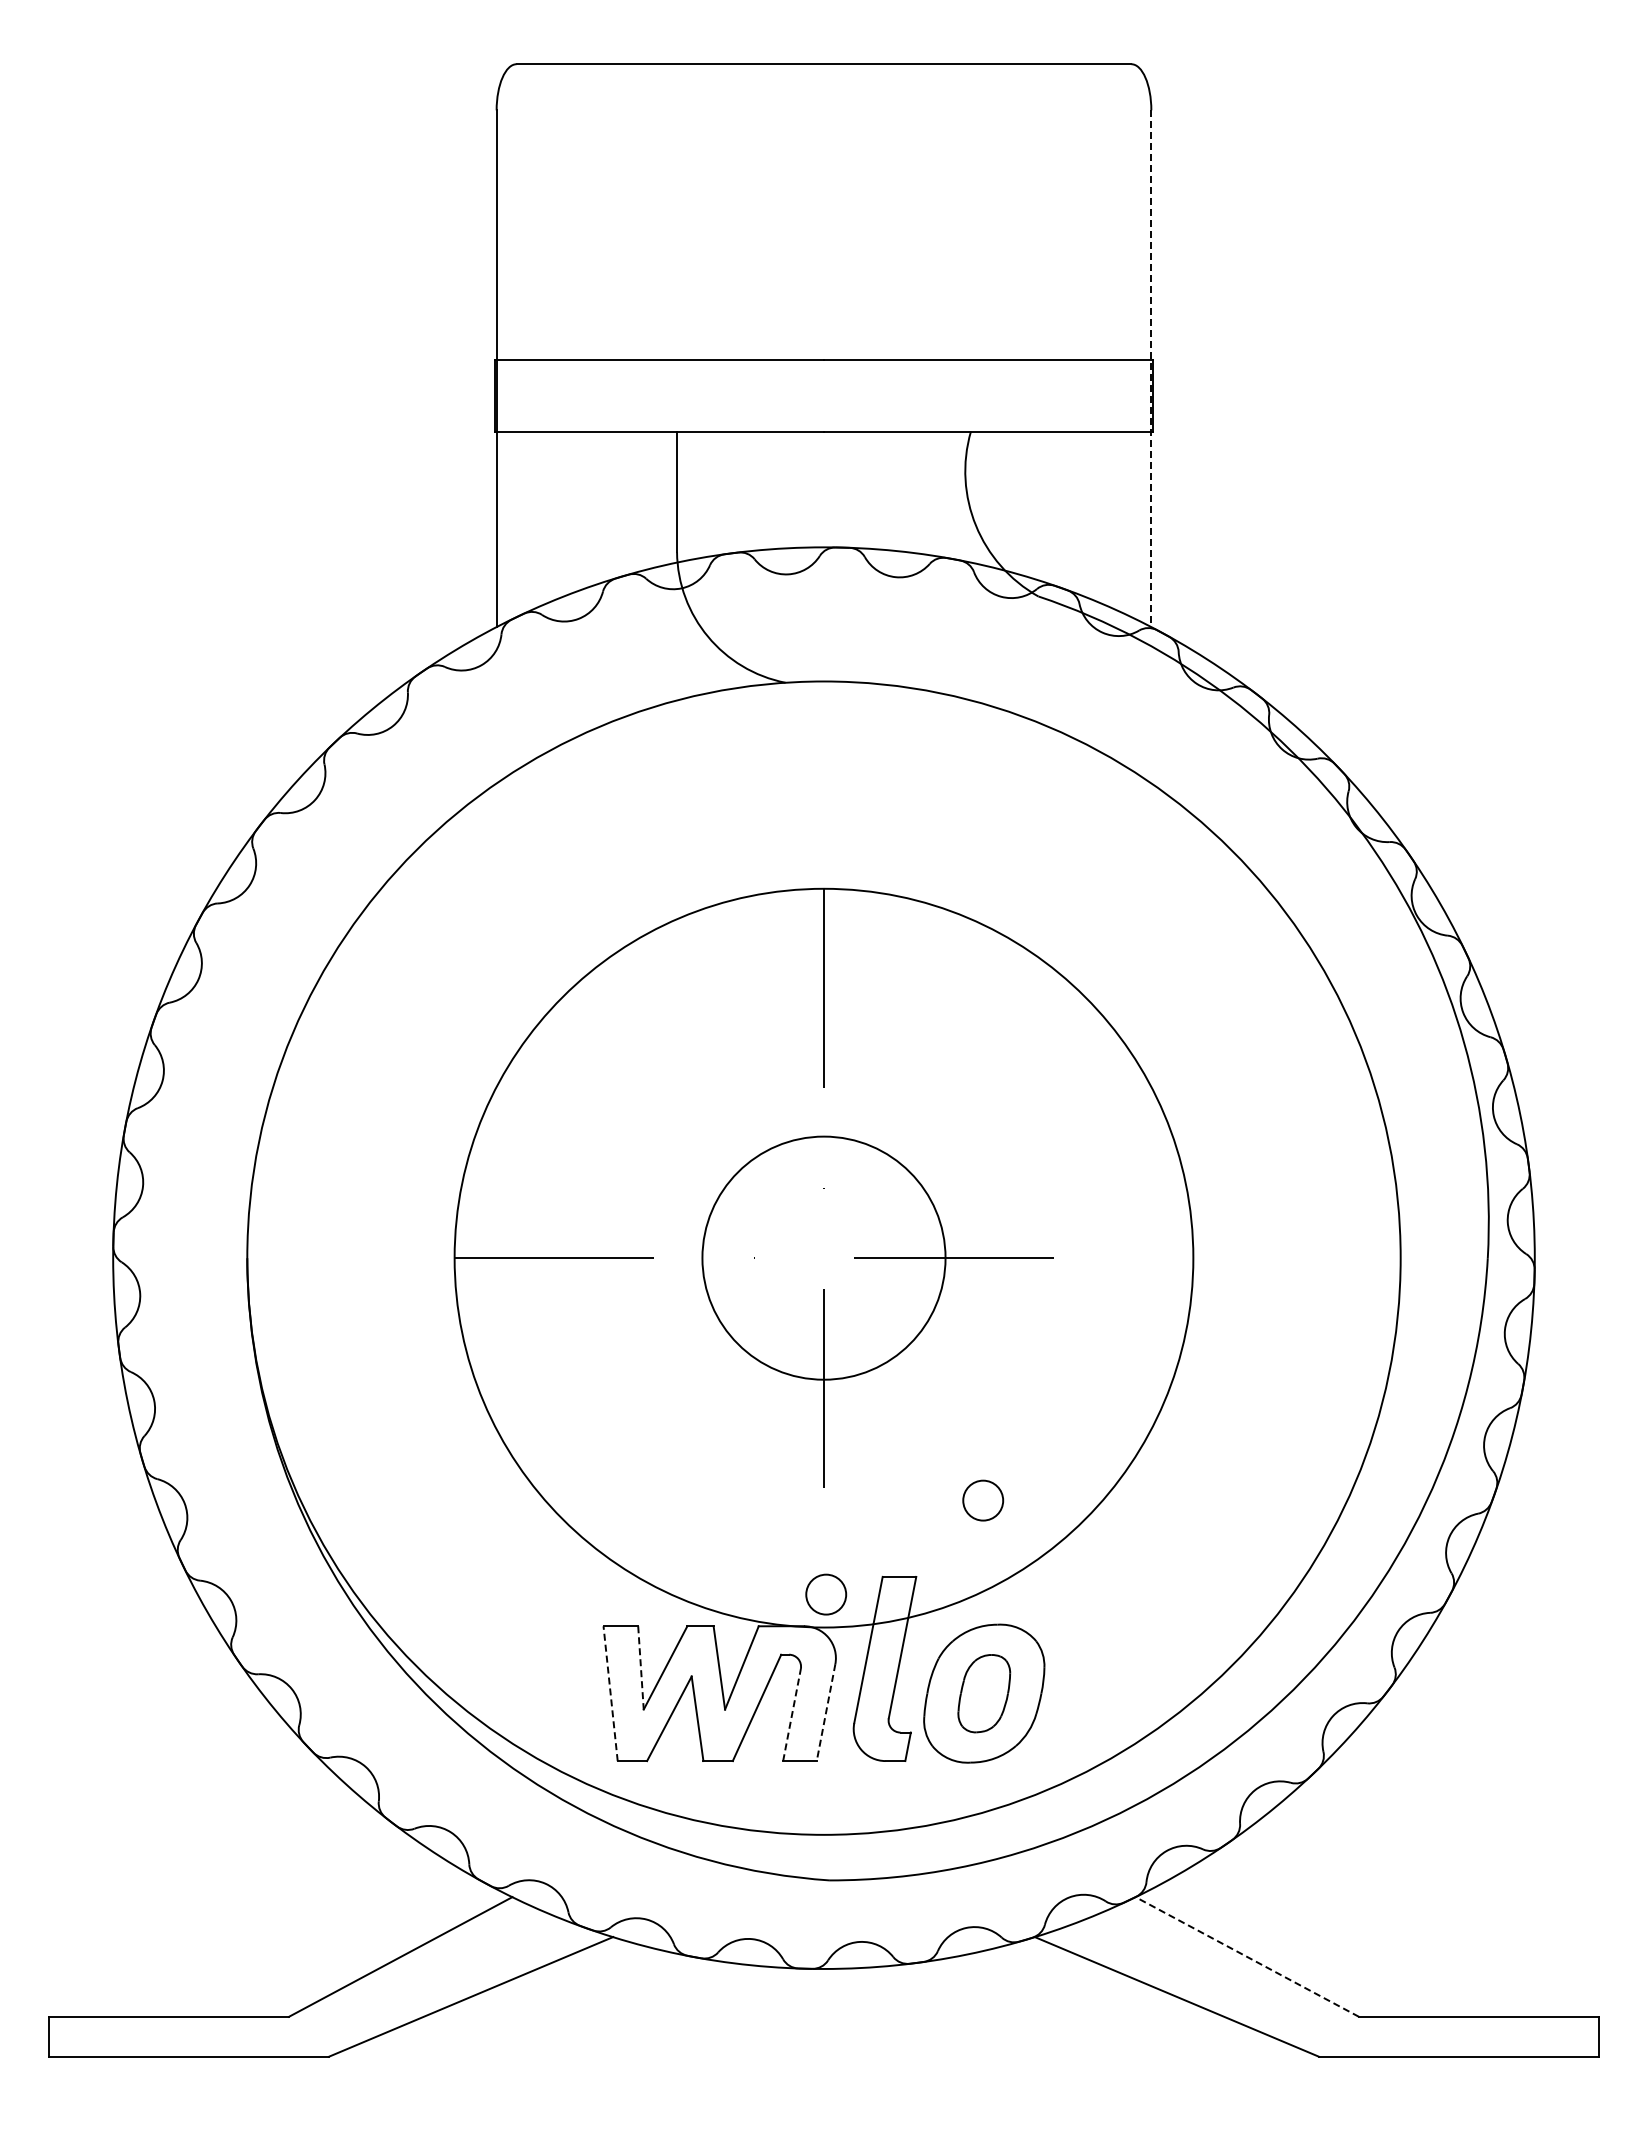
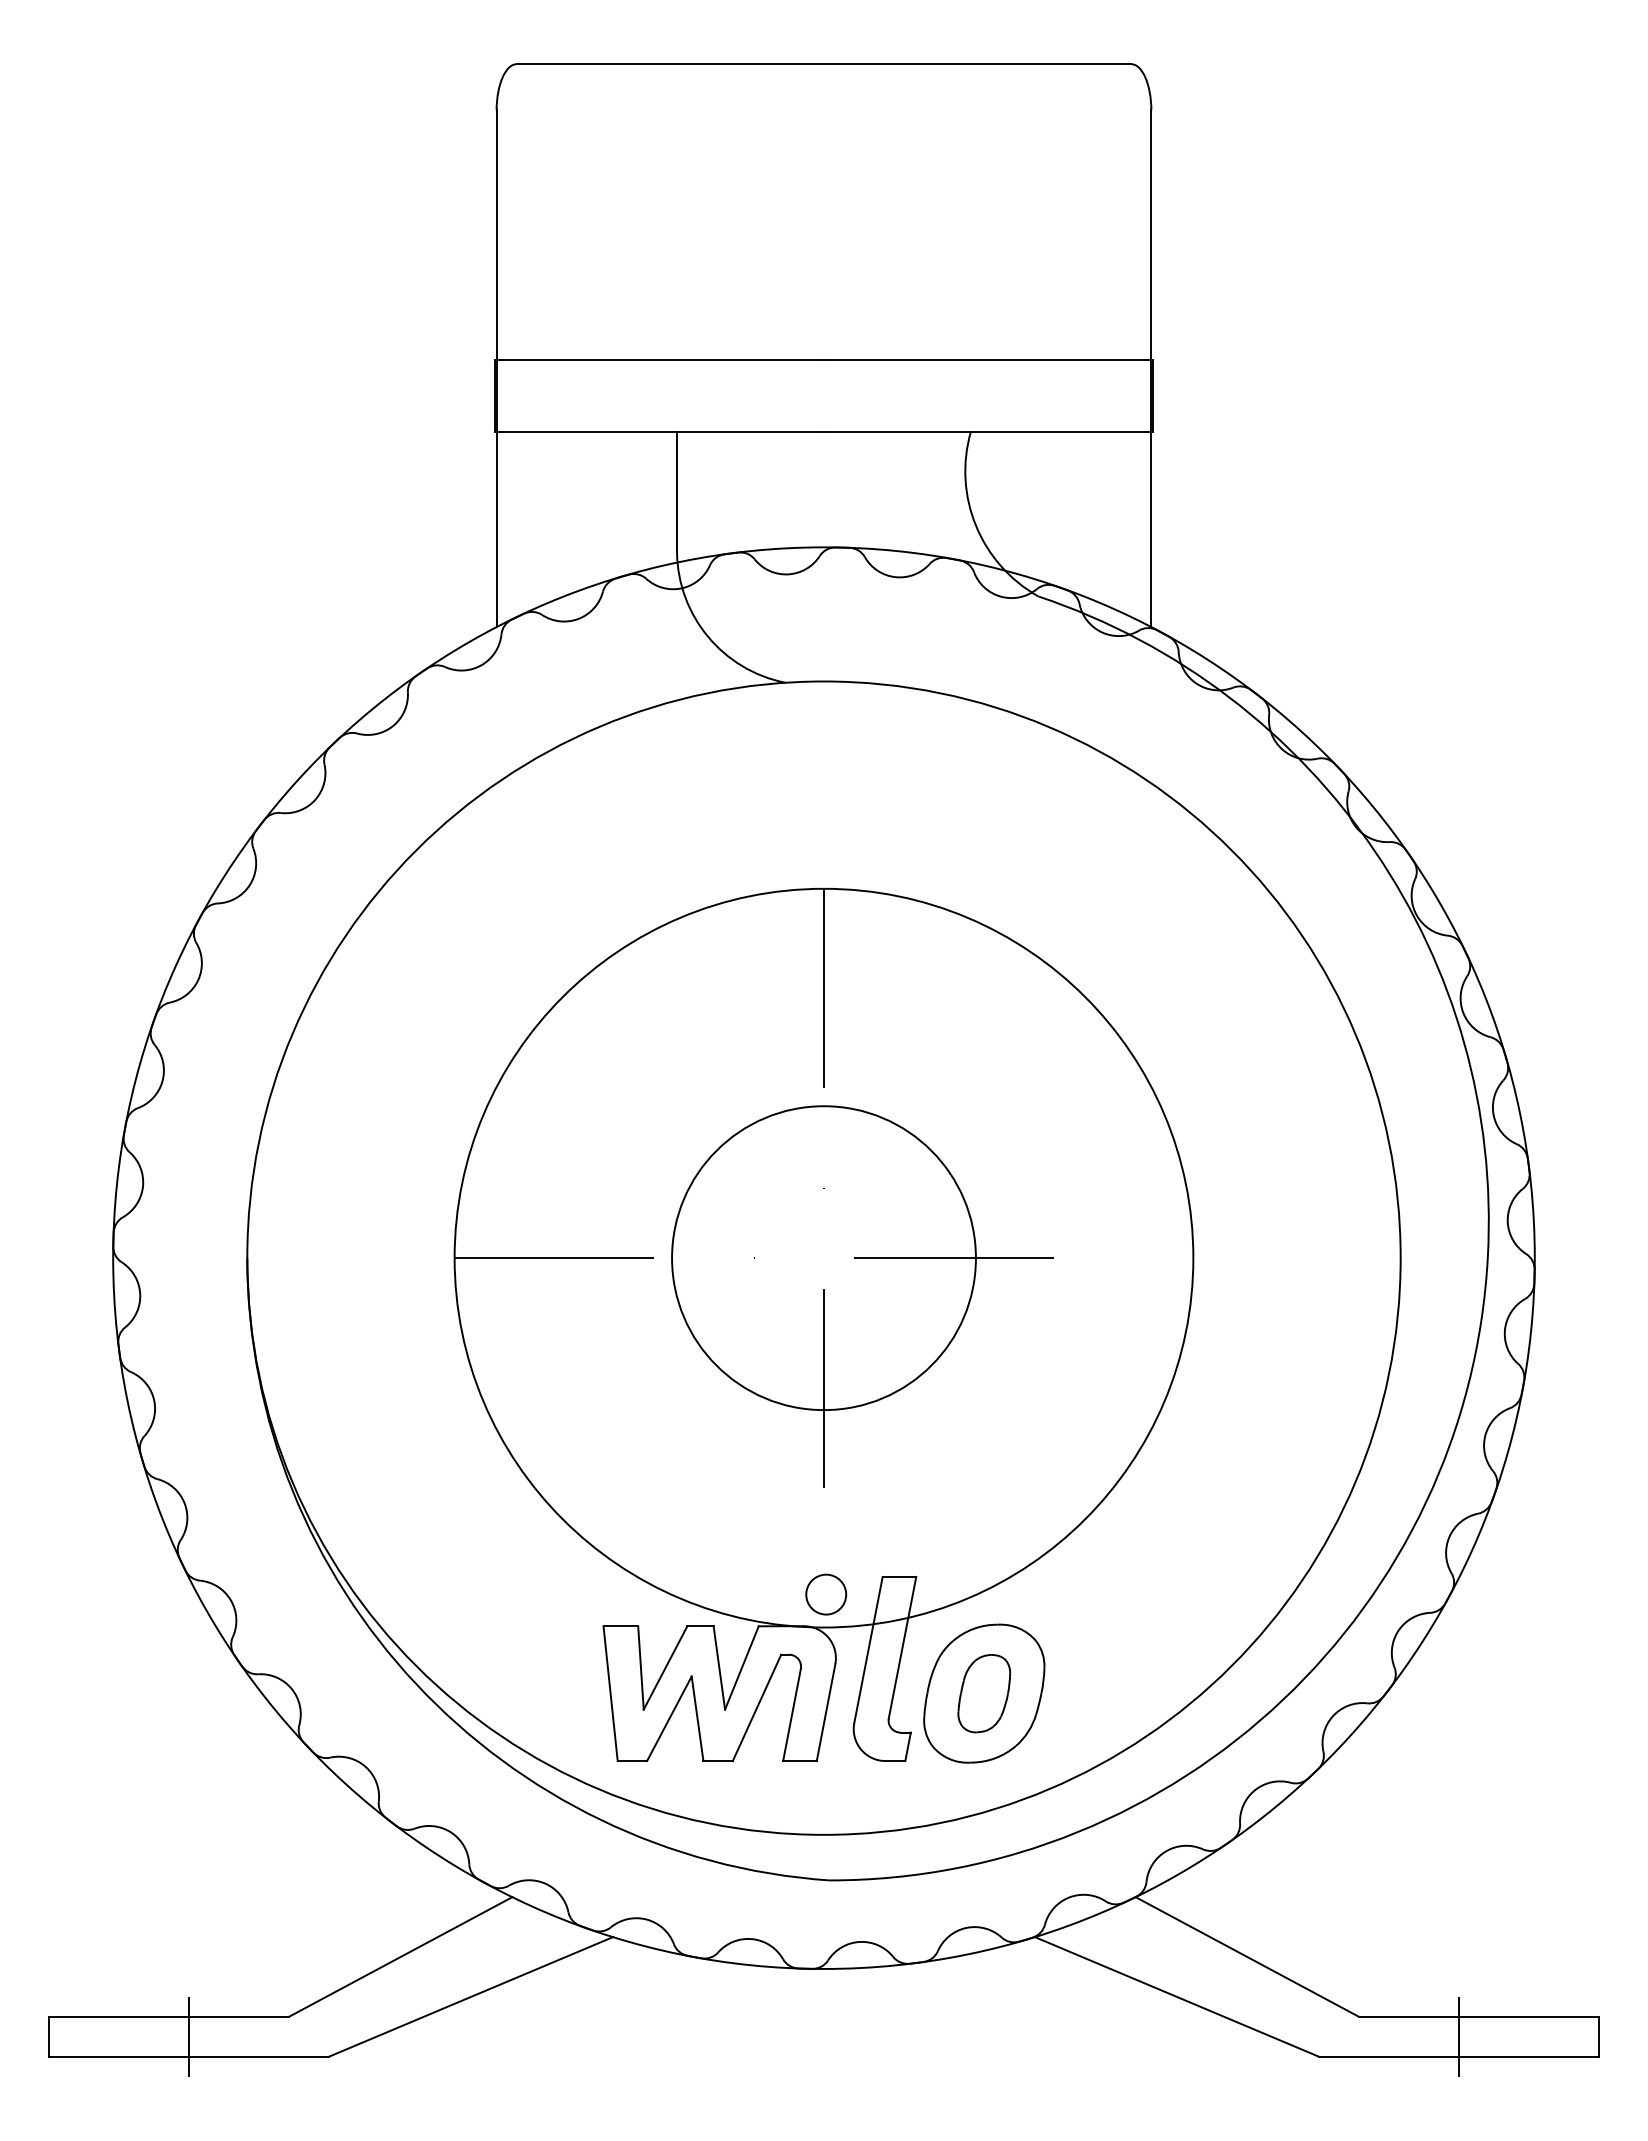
line at (1151, 369): dashed -> solid
circle at (823, 1257) diameter: 243 px -> 304 px
circle at (983, 1500): present -> none
line at (640, 1667): dashed -> solid
line at (610, 1693): dashed -> solid
line at (825, 1713): dashed -> solid
line at (792, 1715): dashed -> solid
line at (1247, 1956): dashed -> solid
line at (189, 2036): none -> present
line at (1458, 2036): none -> present
